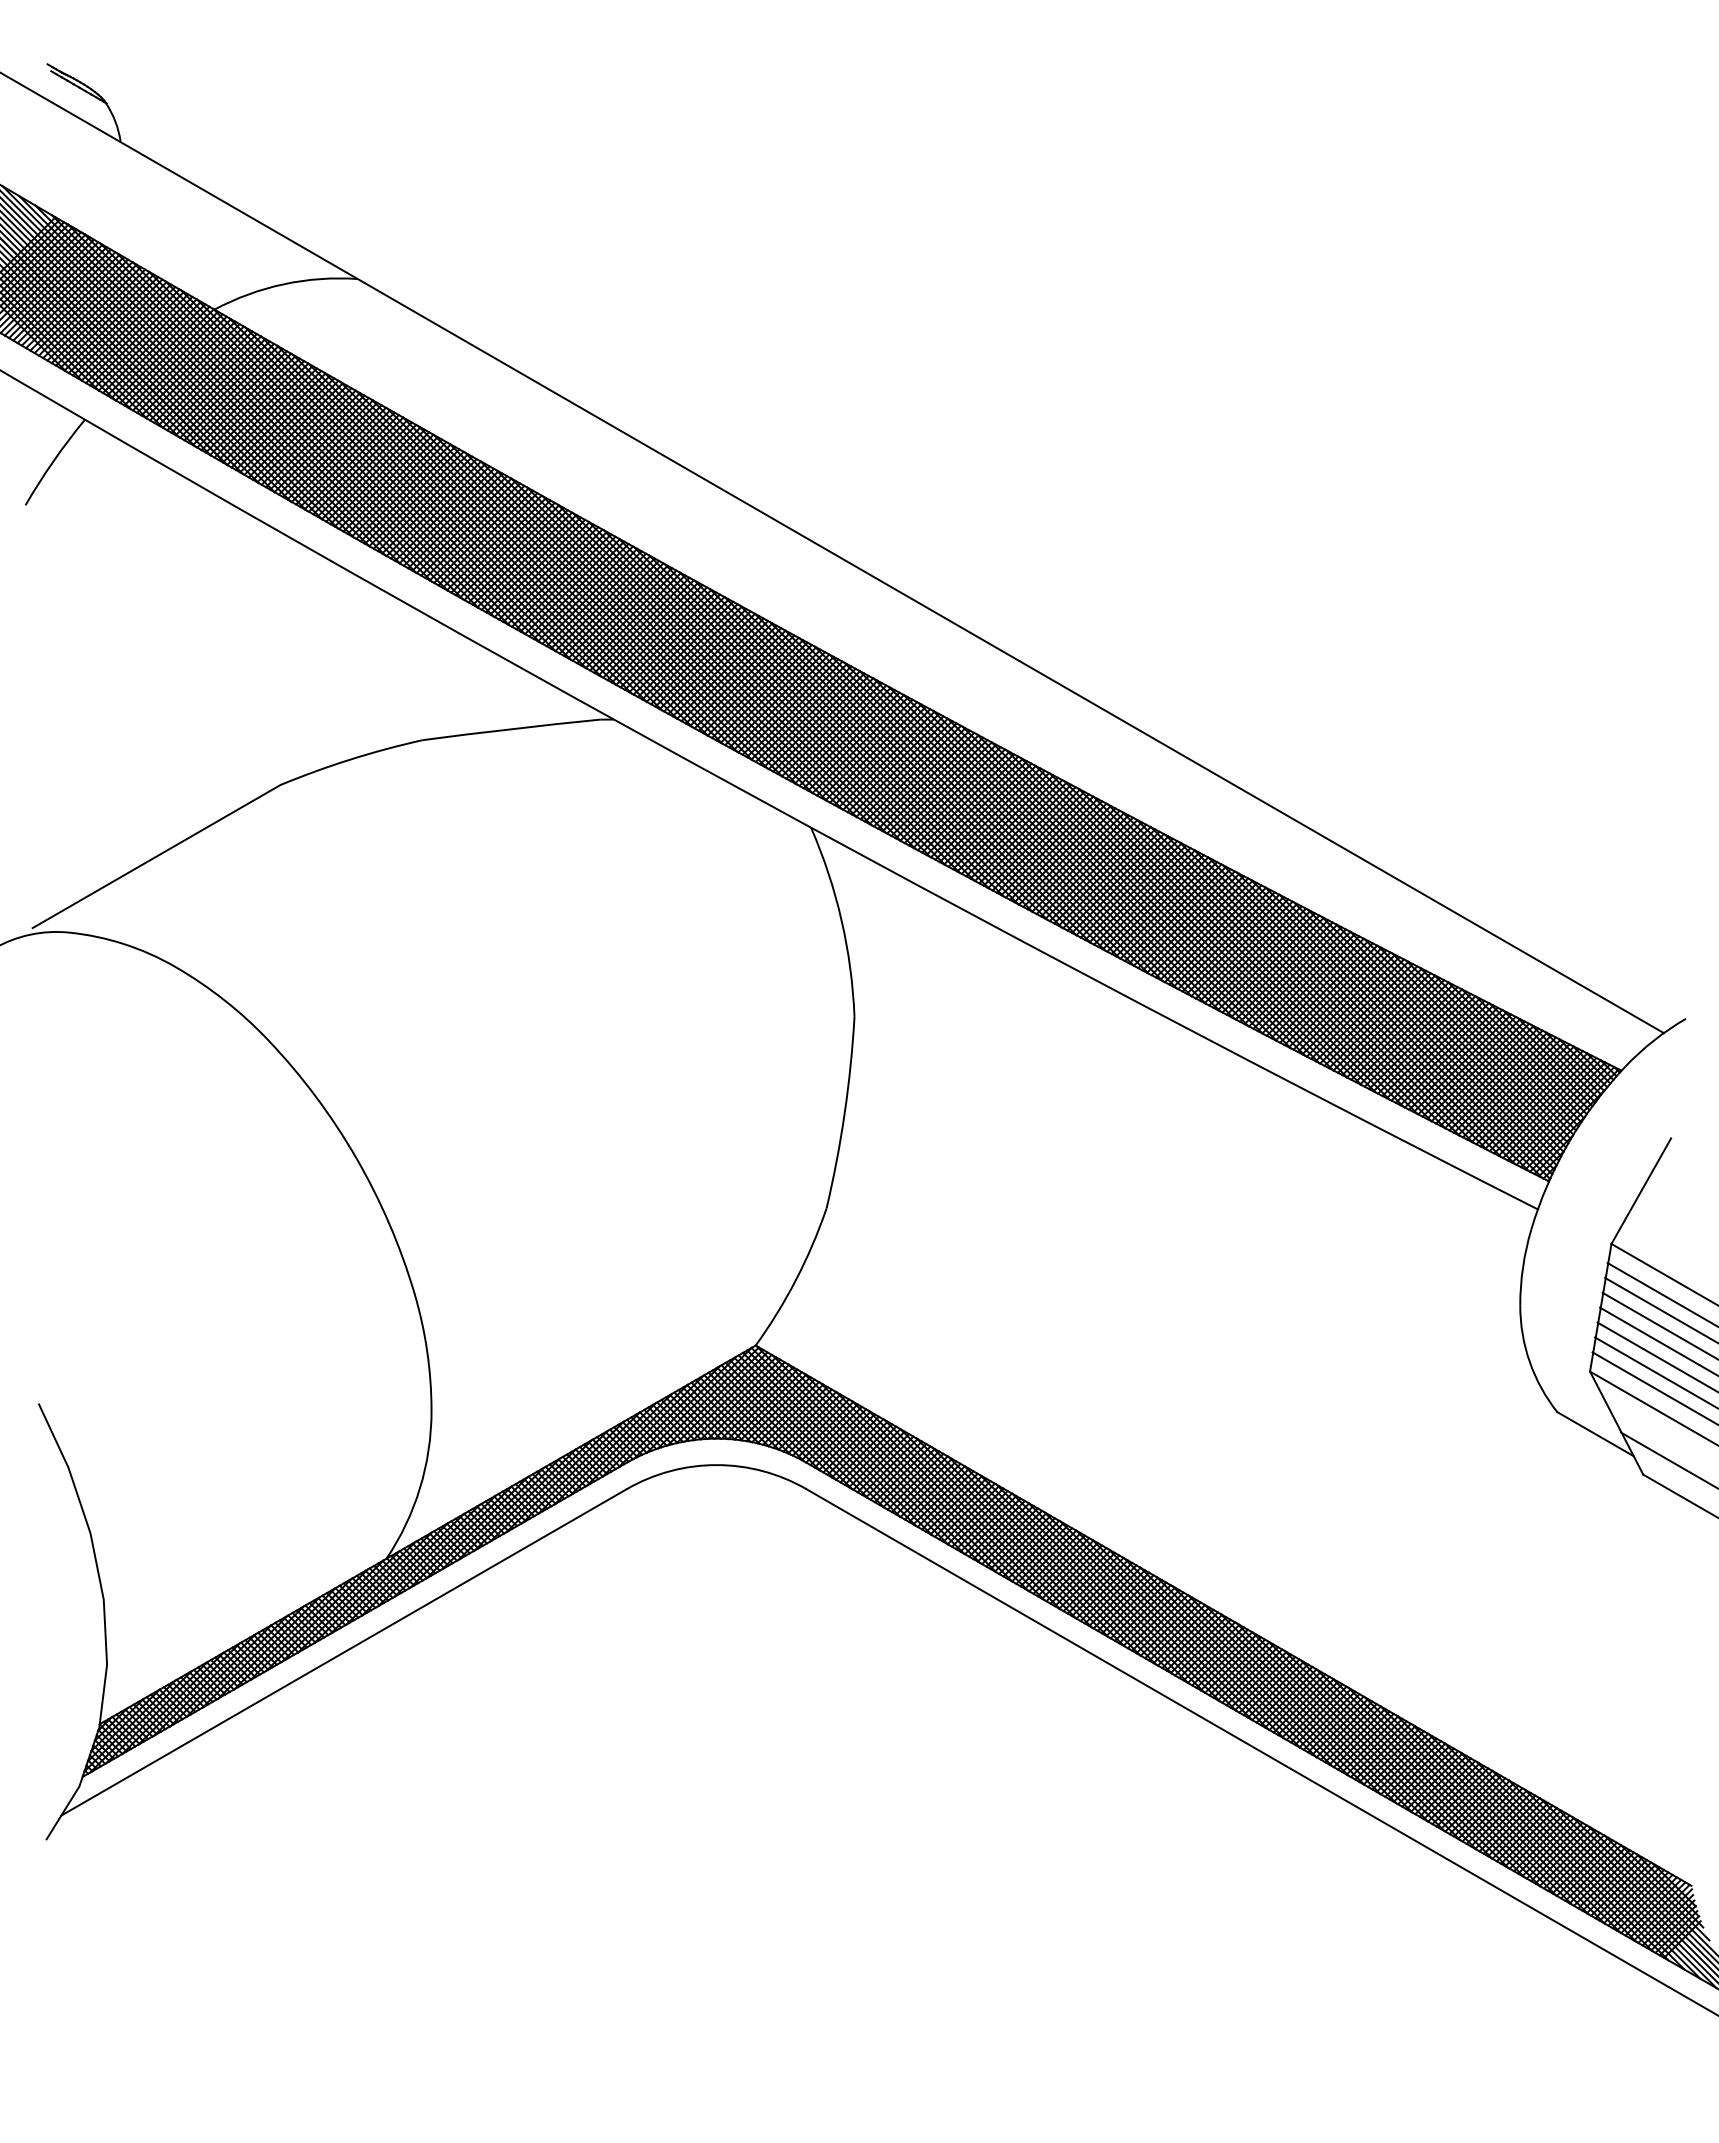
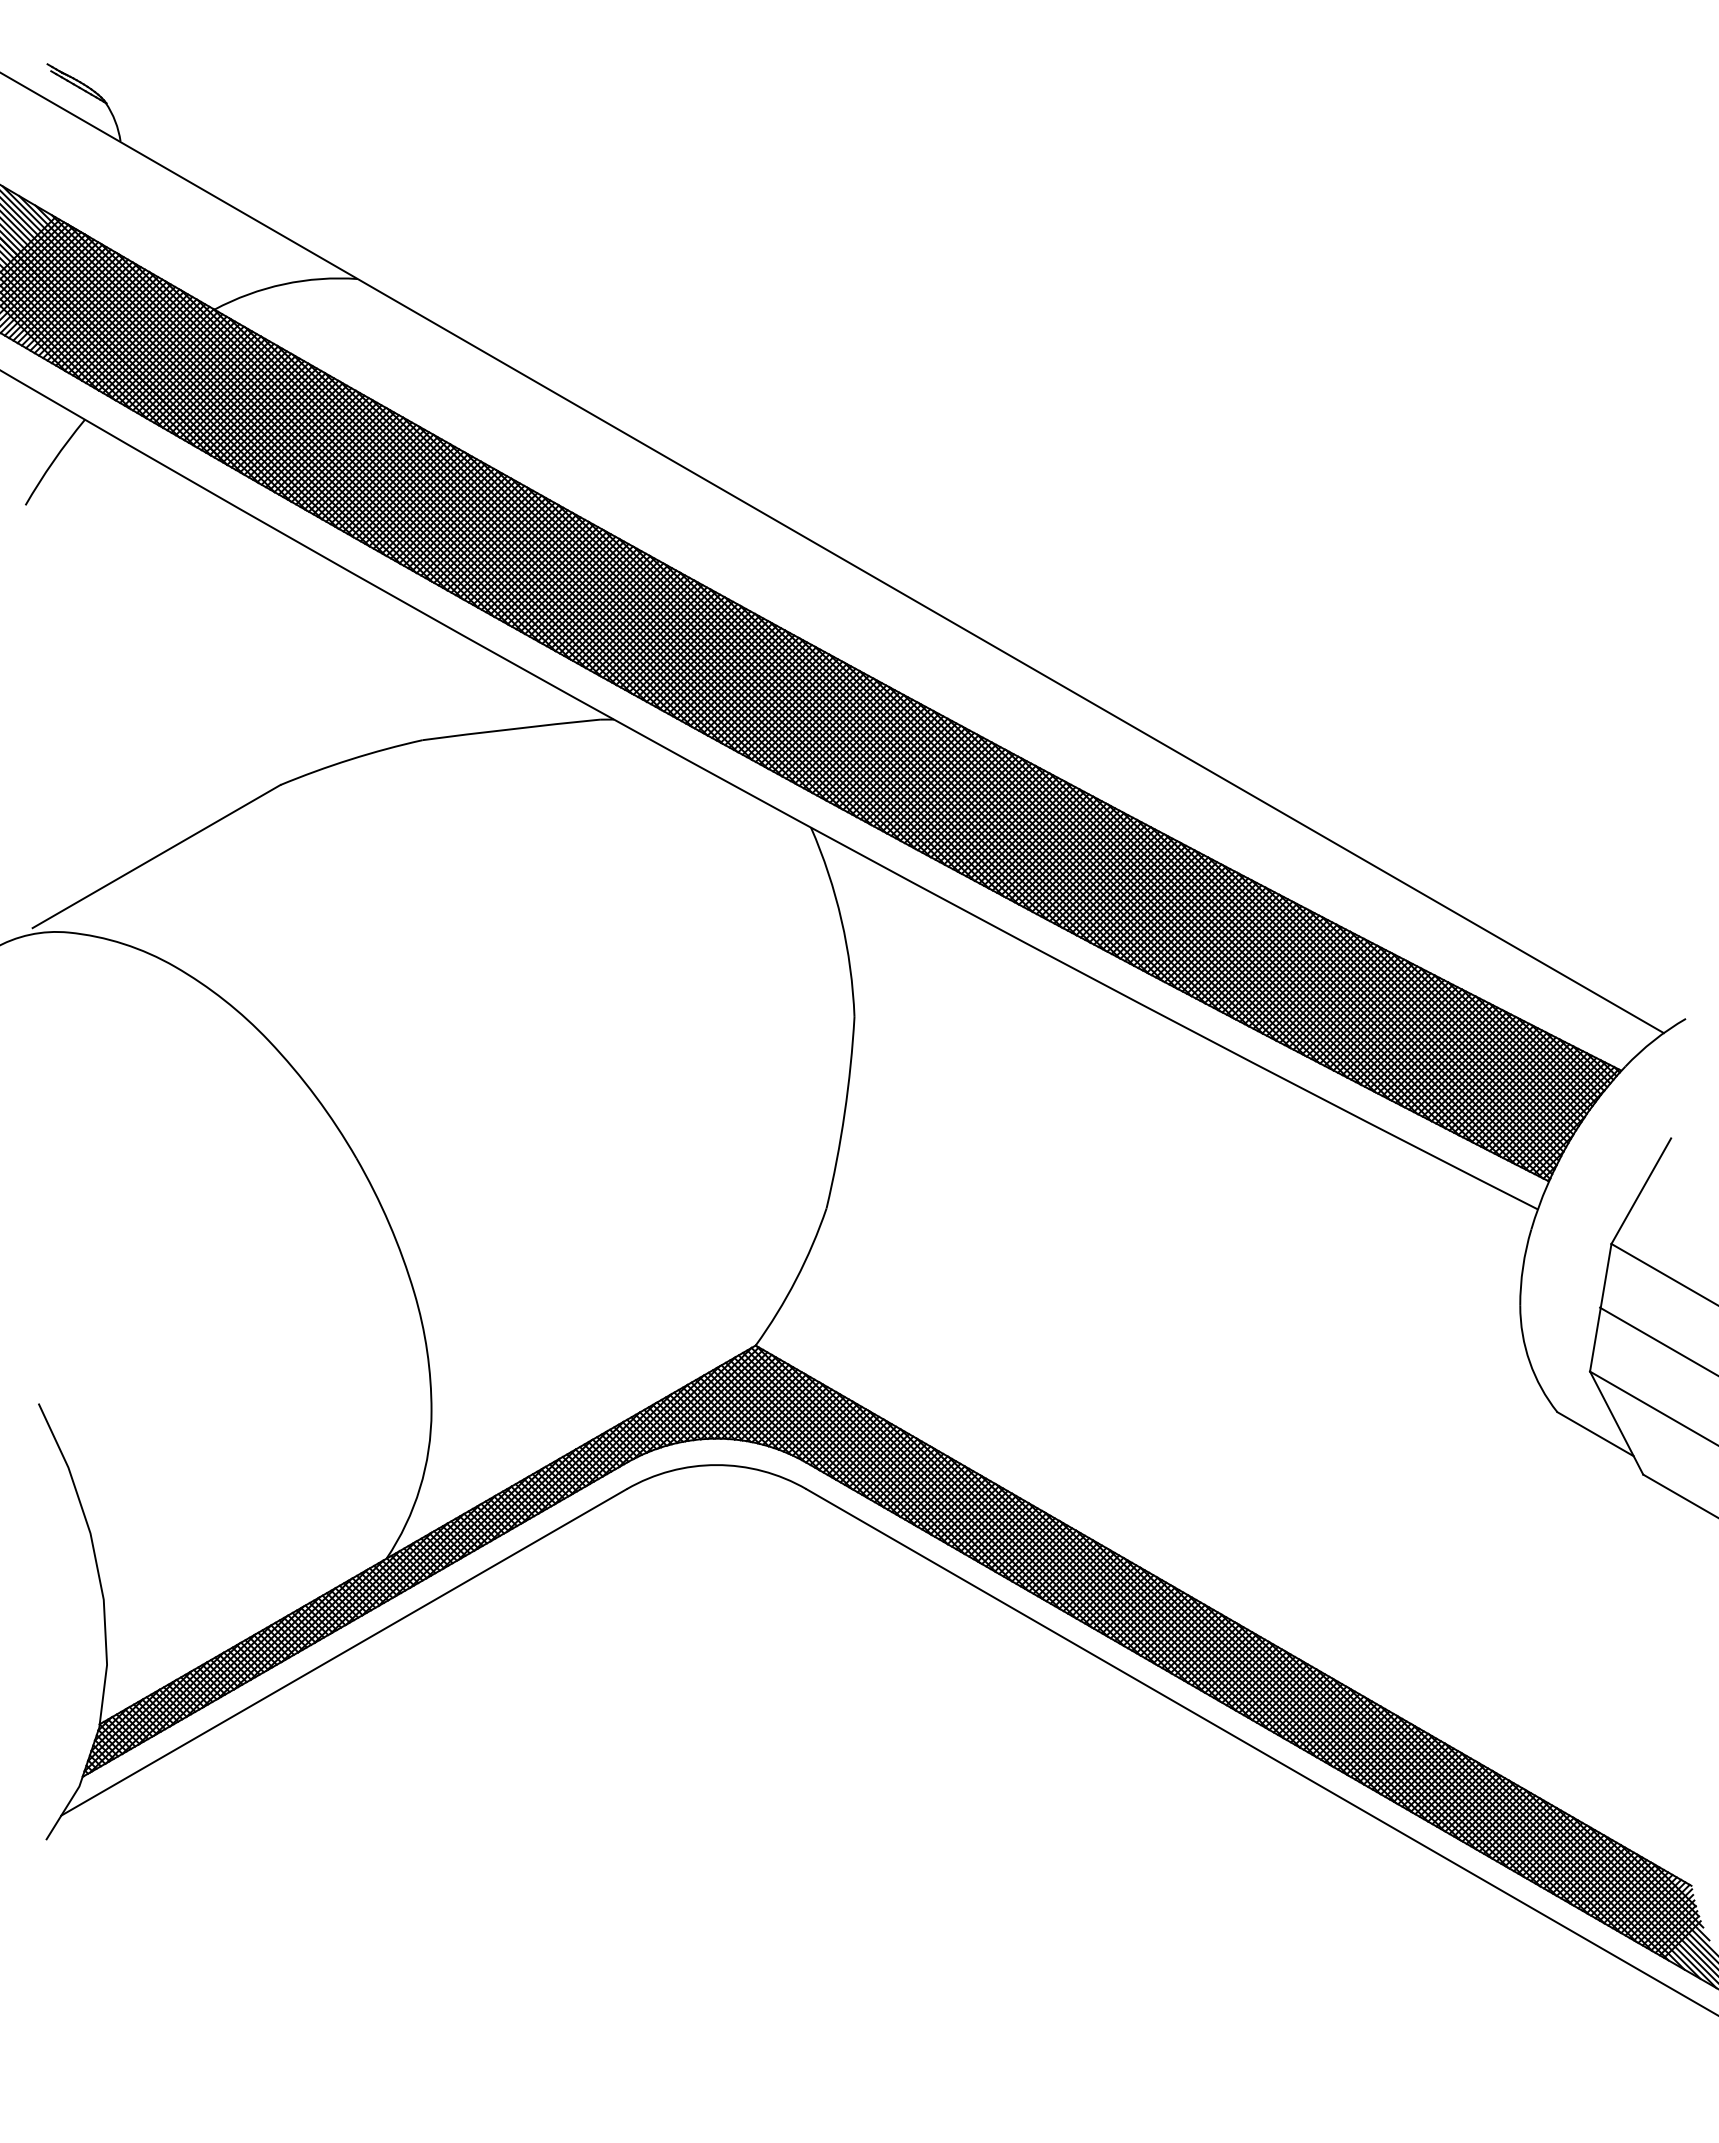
line at (1661, 1294): present -> none
line at (1660, 1309): present -> none
line at (1658, 1324): present -> none
line at (1656, 1356): present -> none
line at (1655, 1372): present -> none
line at (1653, 1387): present -> none
line at (1668, 1459): present -> none
